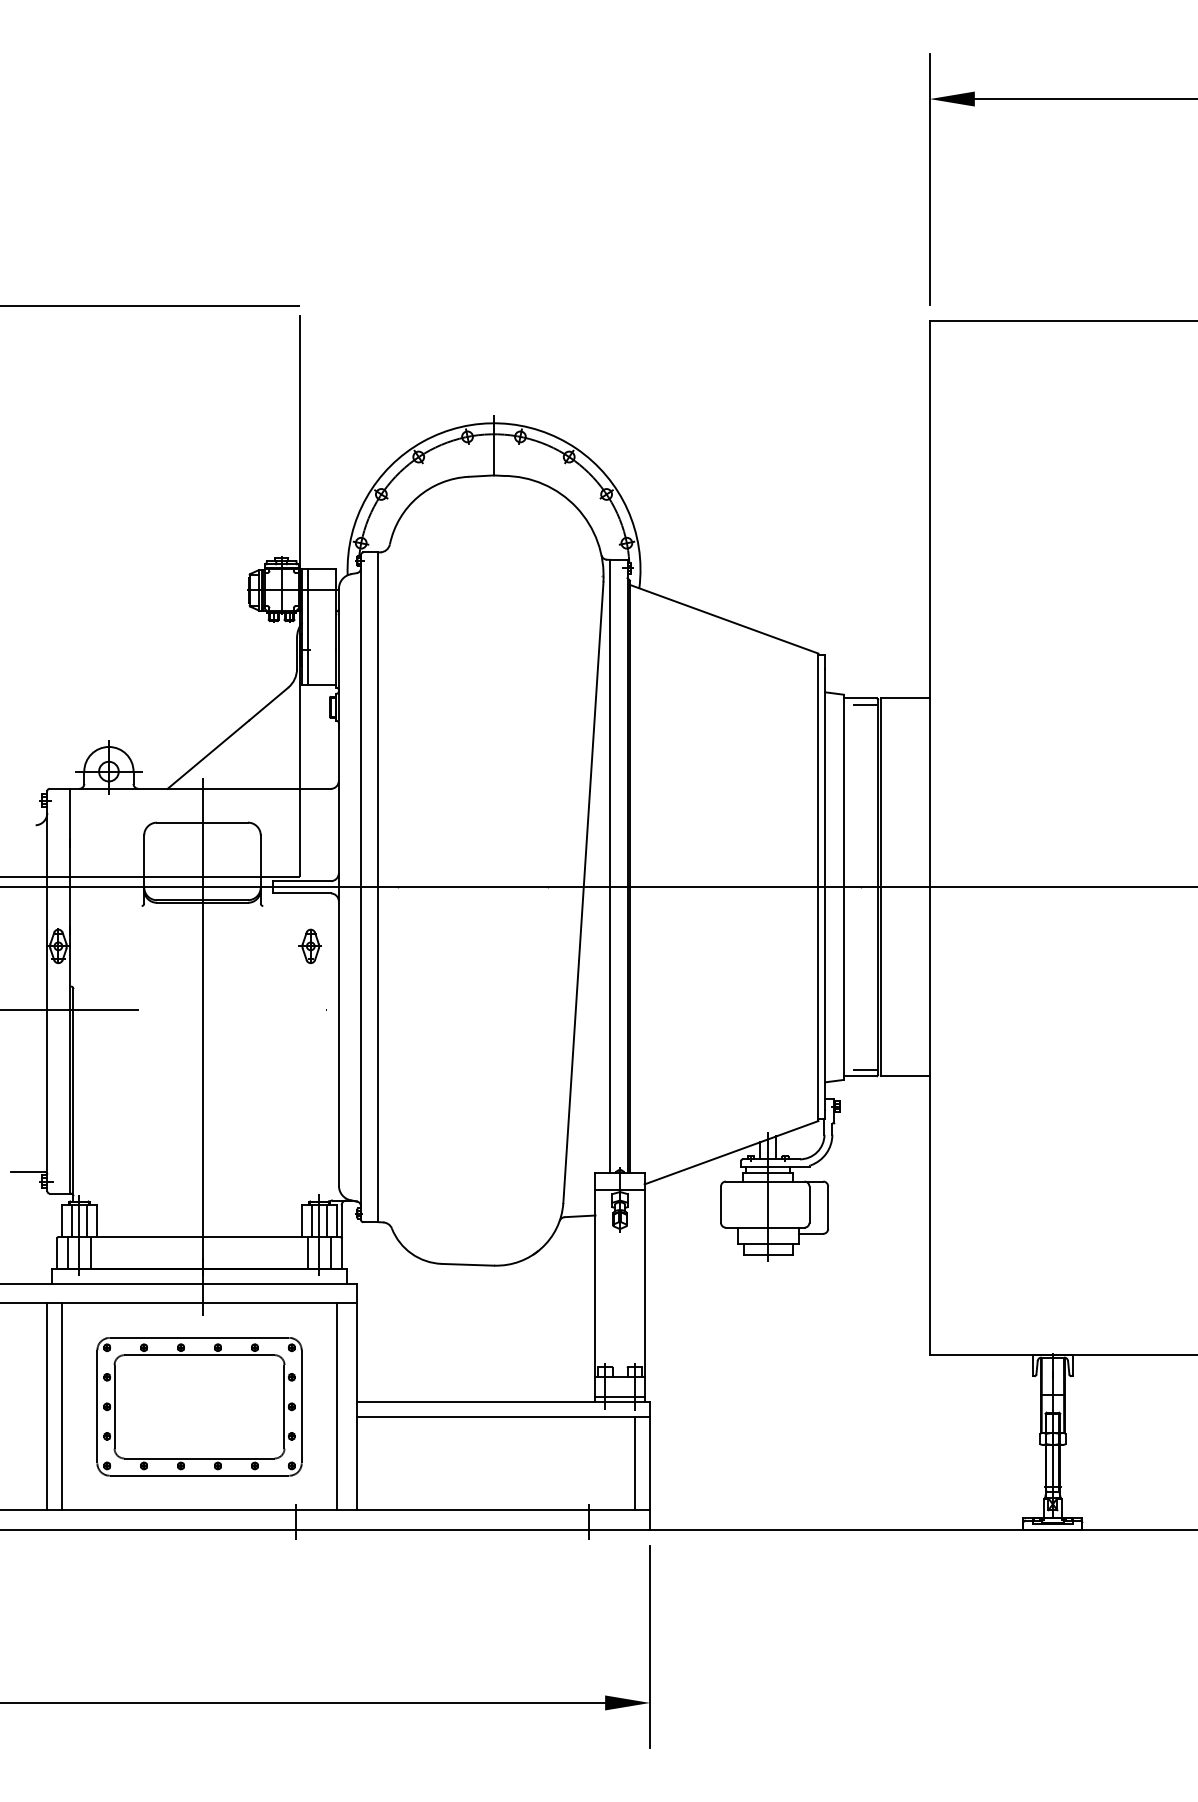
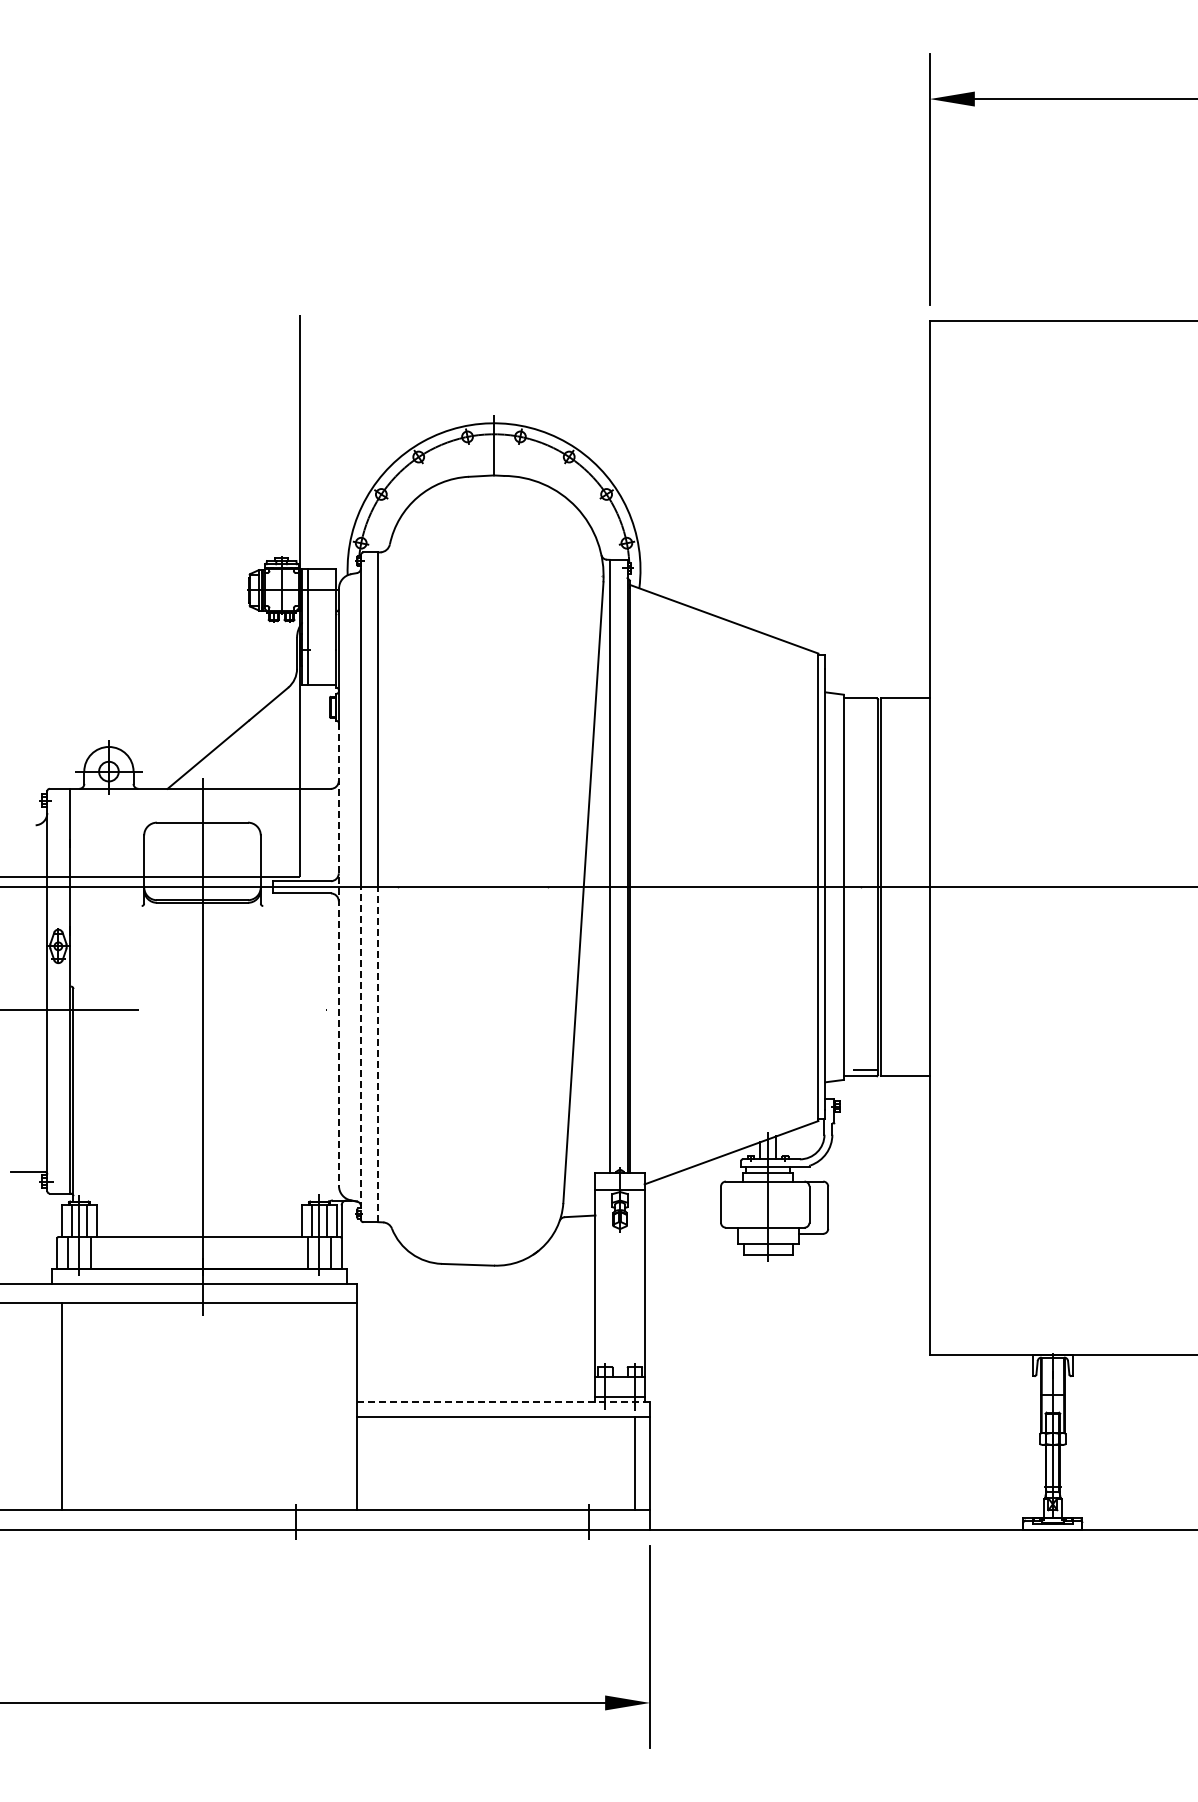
line at (150, 306): present -> none
line at (865, 705): present -> none
part at (309, 945): present -> none
line at (338, 955): solid -> dashed
line at (361, 1053): solid -> dashed
line at (378, 1054): solid -> dashed
line at (503, 1401): solid -> dashed
line at (46, 1406): present -> none
part at (199, 1406): present -> none
line at (337, 1406): present -> none
